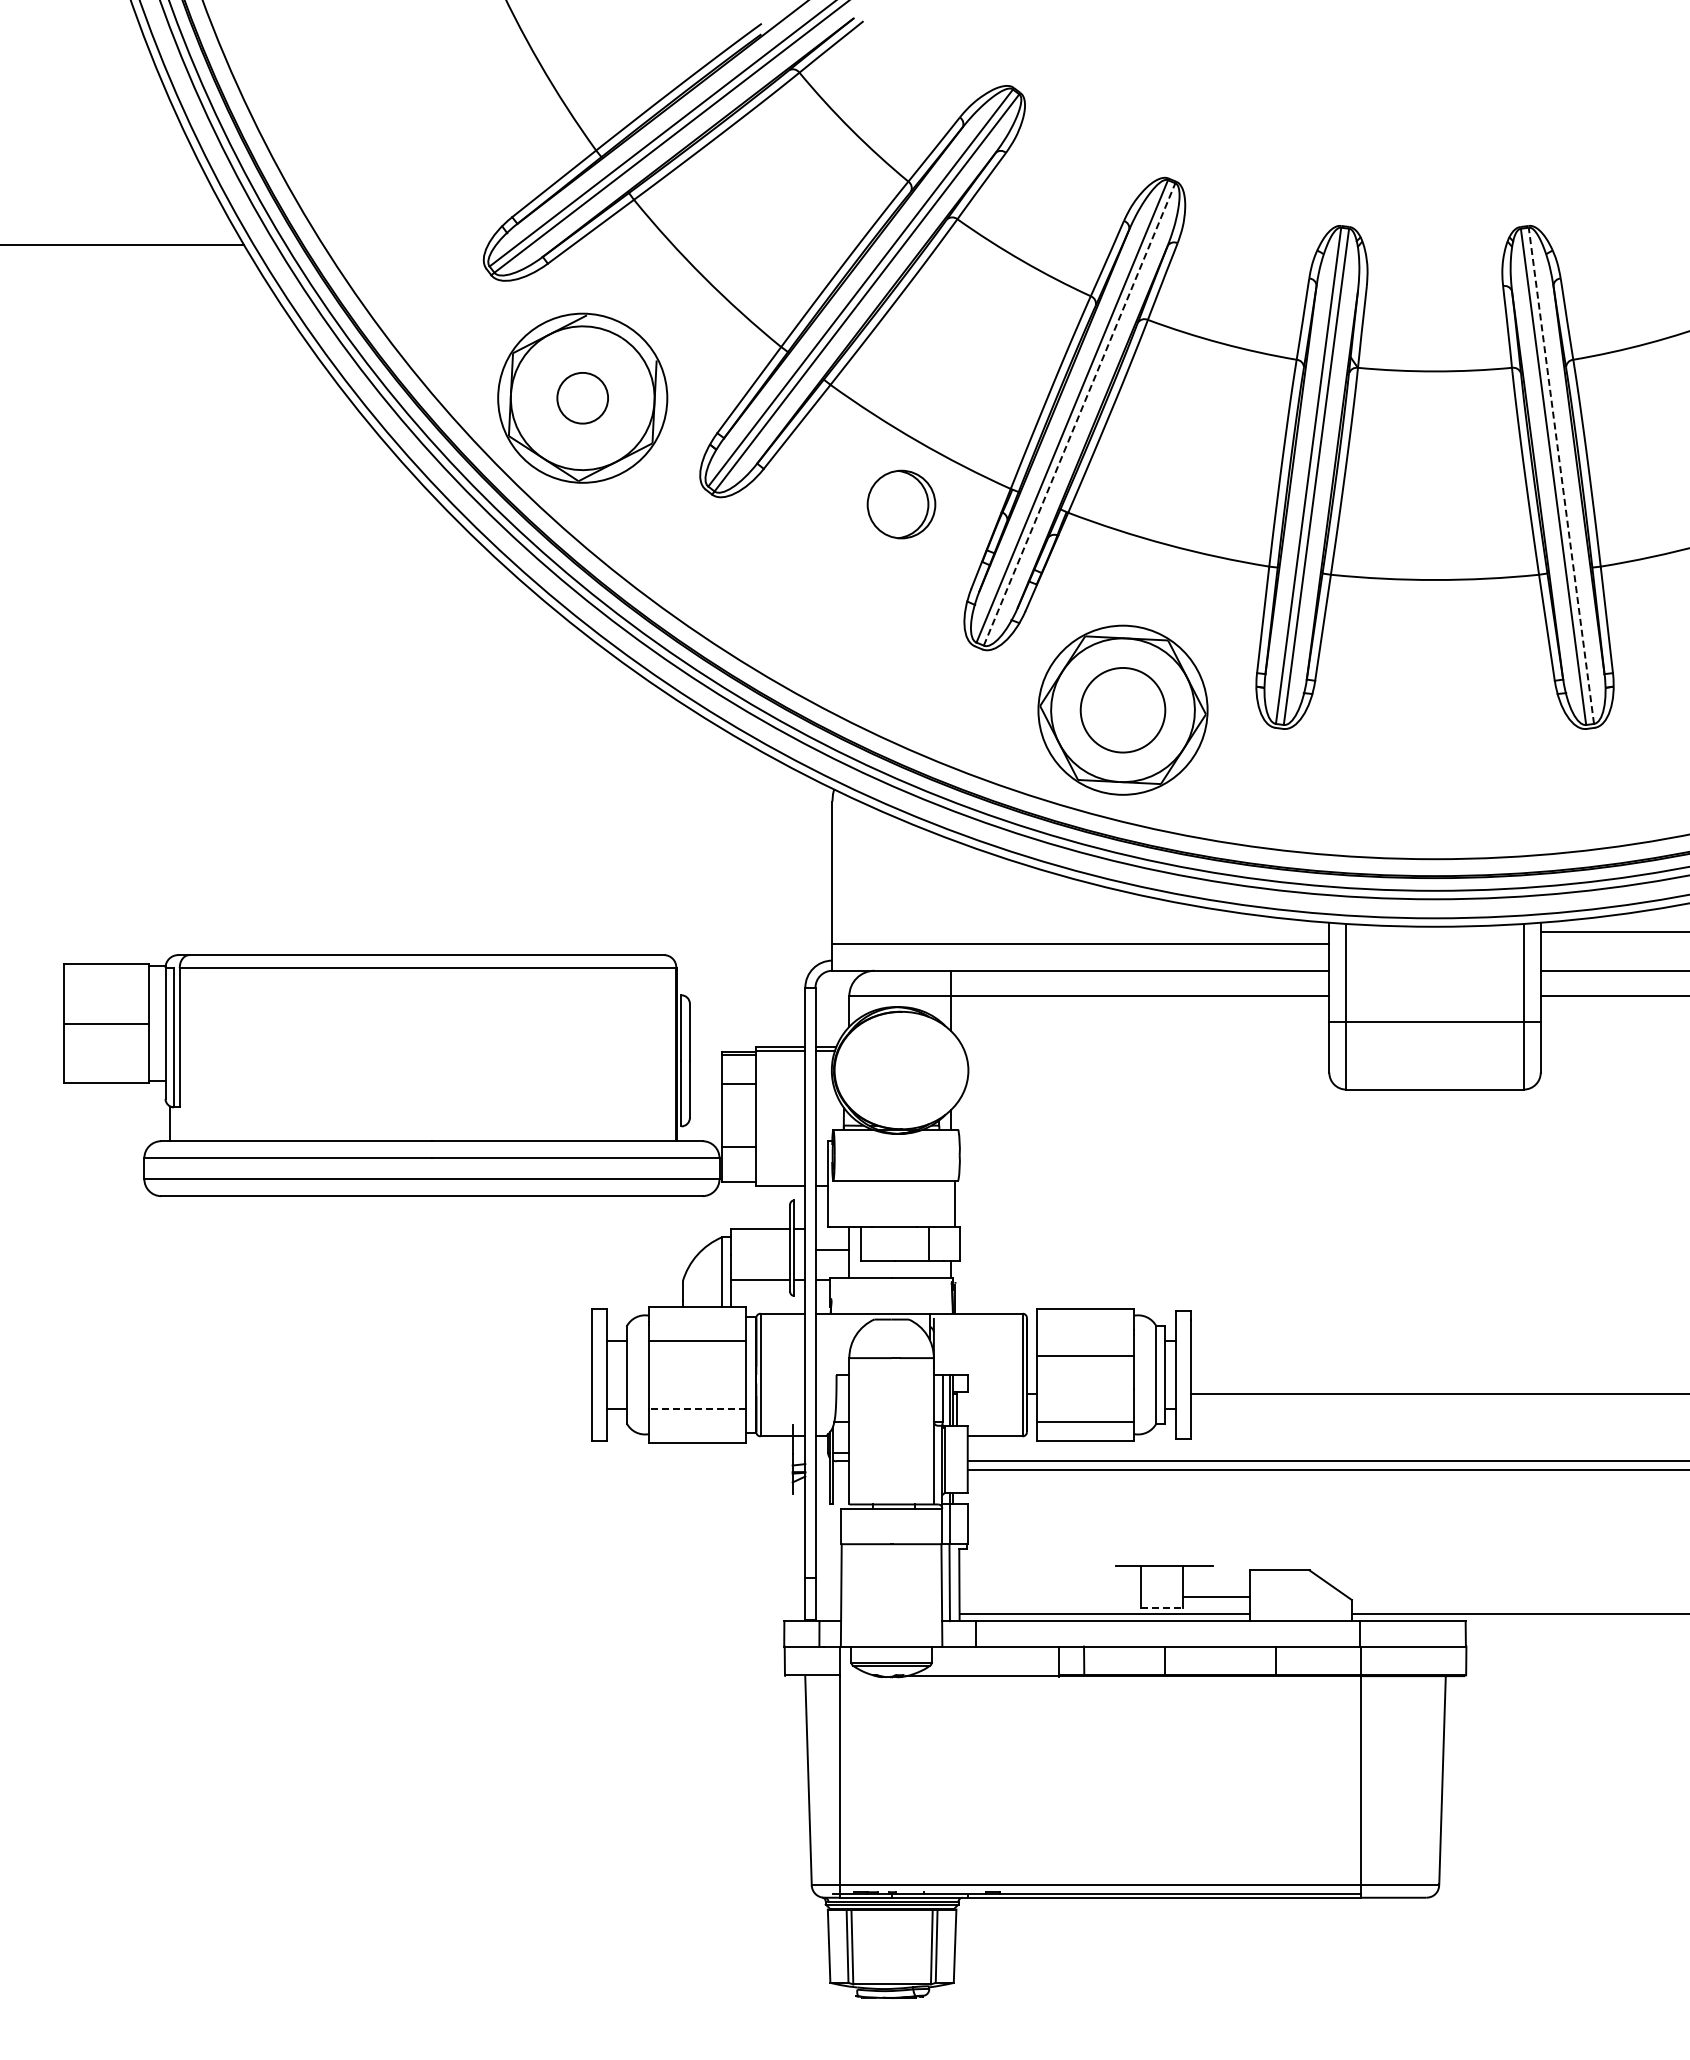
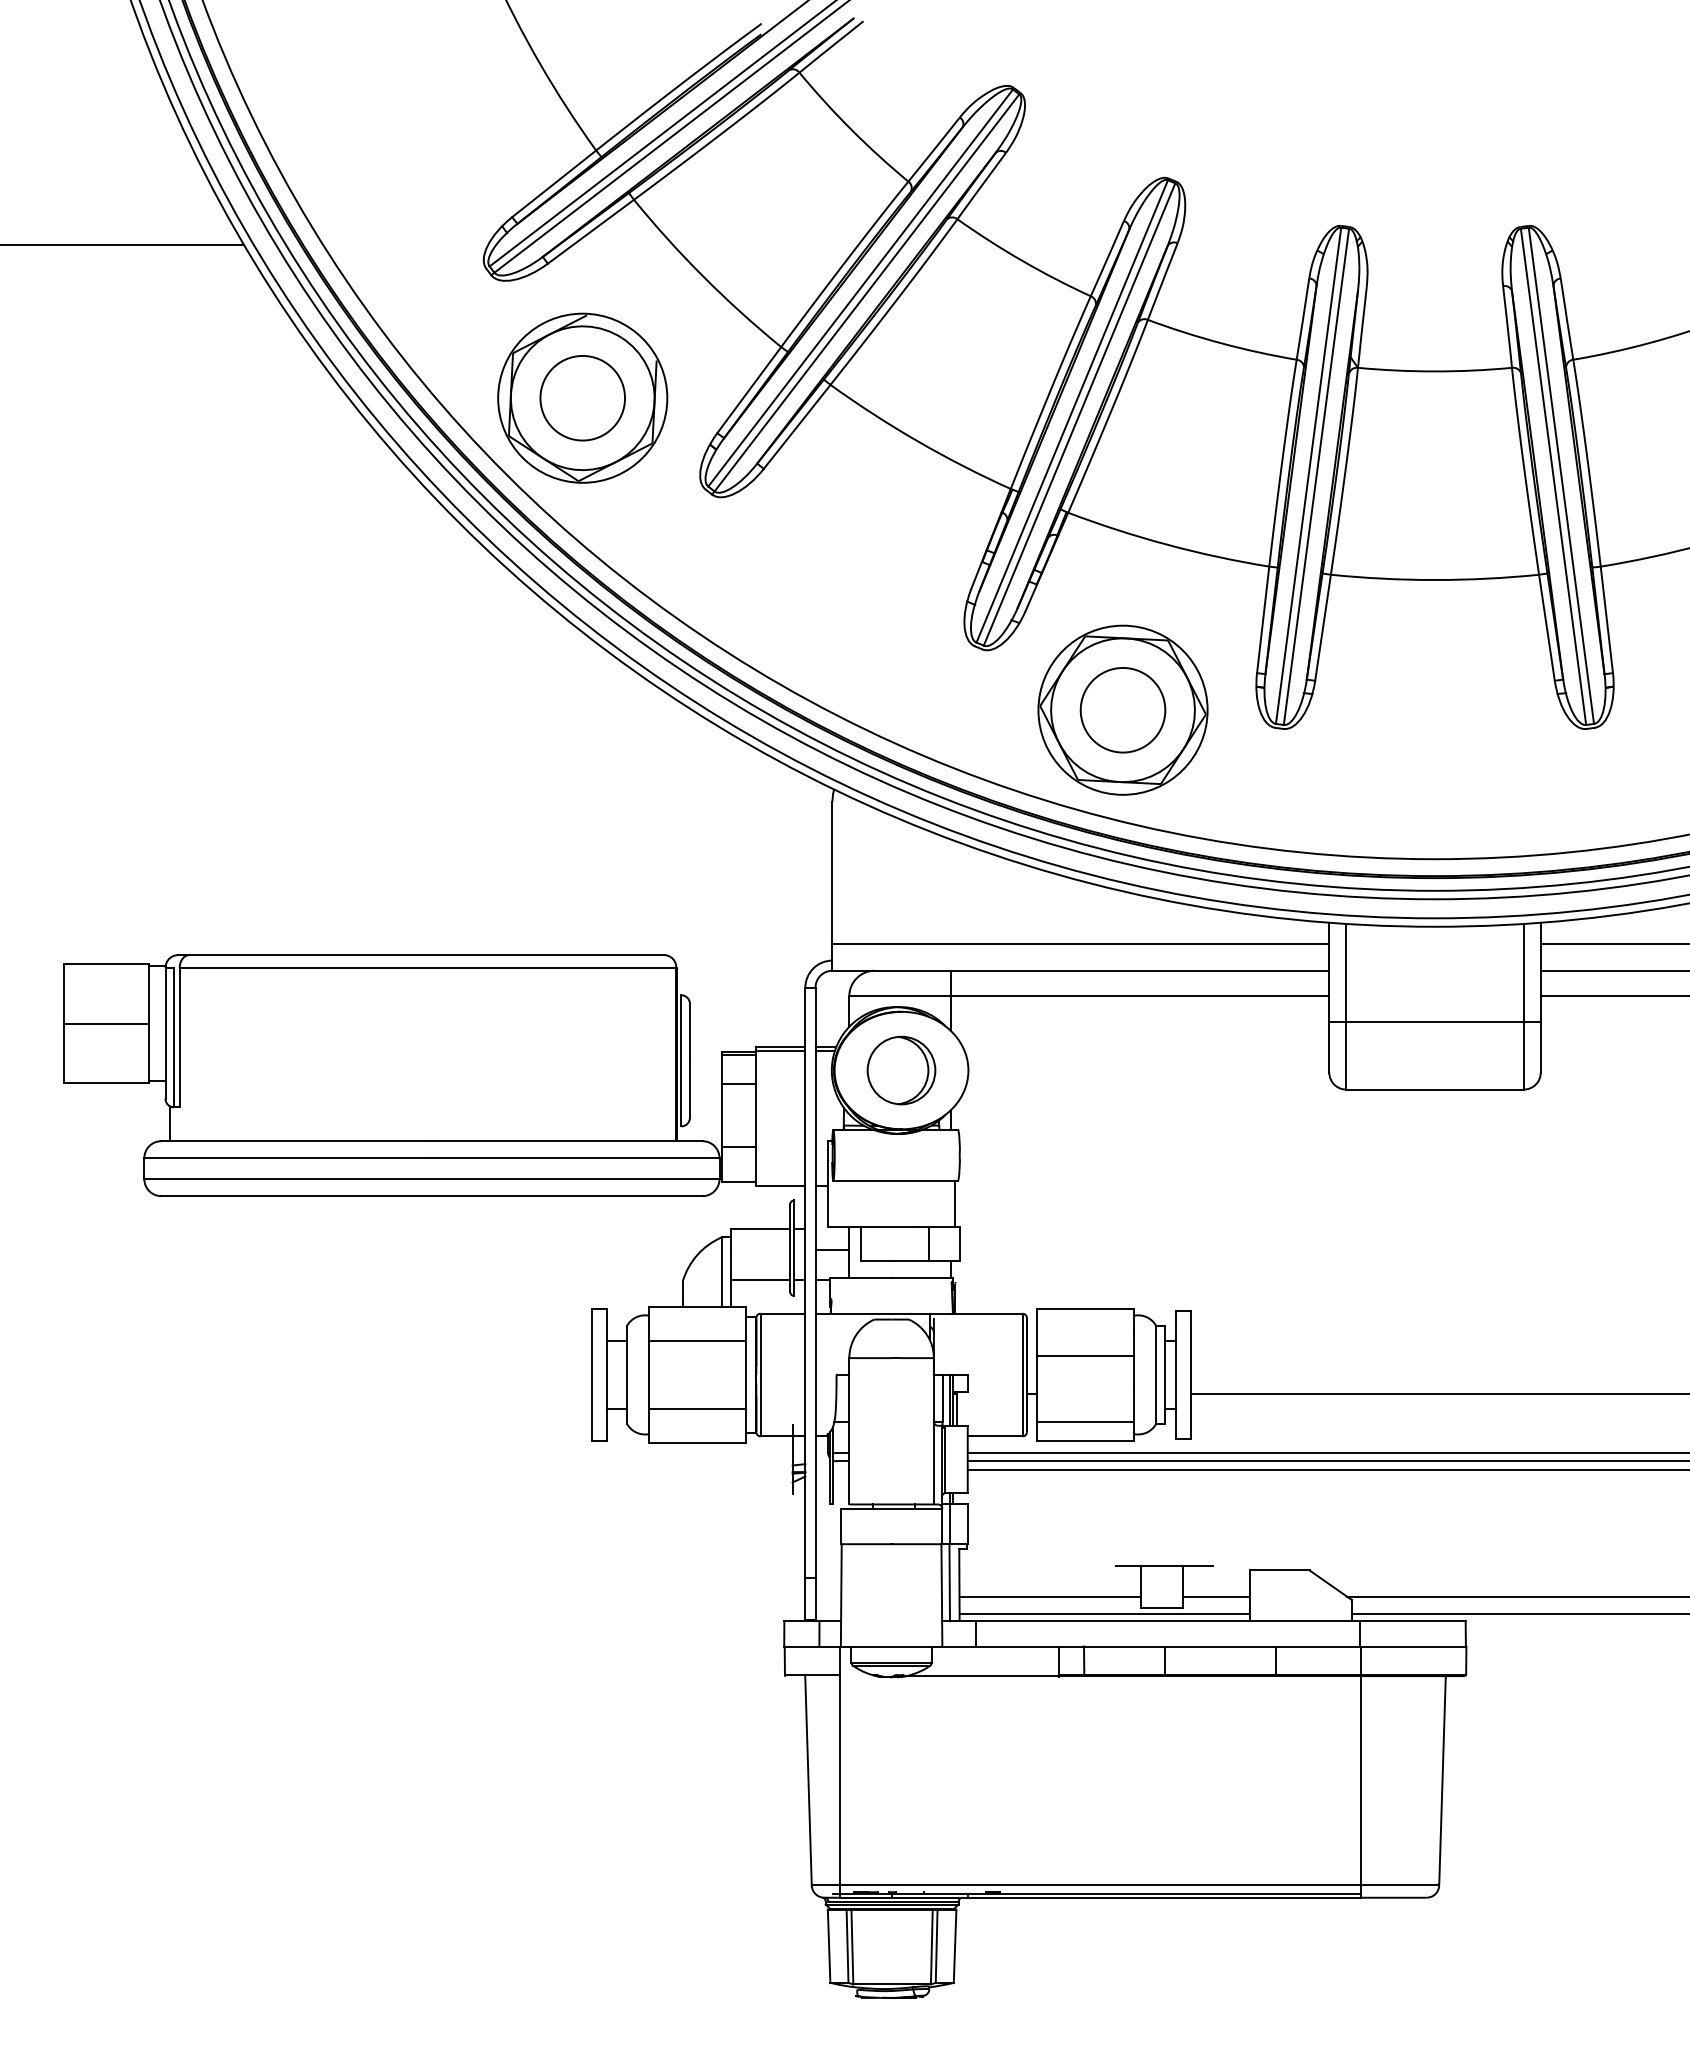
circle at (582, 397) diameter: 51 px -> 85 px
line at (1079, 413): dashed -> solid
line at (1561, 475): dashed -> solid
part at (901, 504) position: (901, 504) -> (901, 1070)
line at (1613, 931) position: (1613, 931) -> (1613, 943)
line at (697, 1409): dashed -> solid
line at (1326, 1452): none -> present
line at (1050, 1596): none -> present
line at (1516, 1596): none -> present
line at (1161, 1608): dashed -> solid
